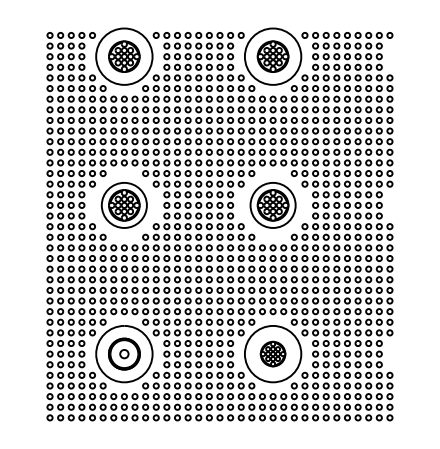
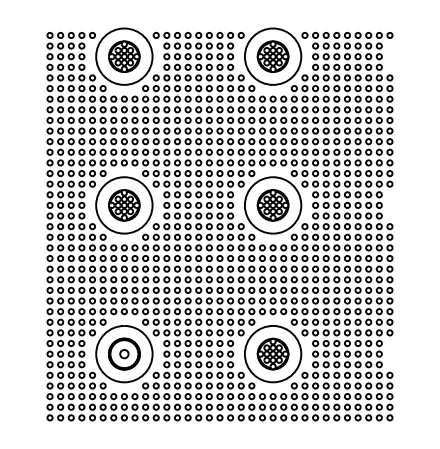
circle at (123, 204) diameter: 45 px -> 56 px
circle at (272, 204) diameter: 45 px -> 56 px
part at (272, 353) size: 28x28 px -> 34x34 px
